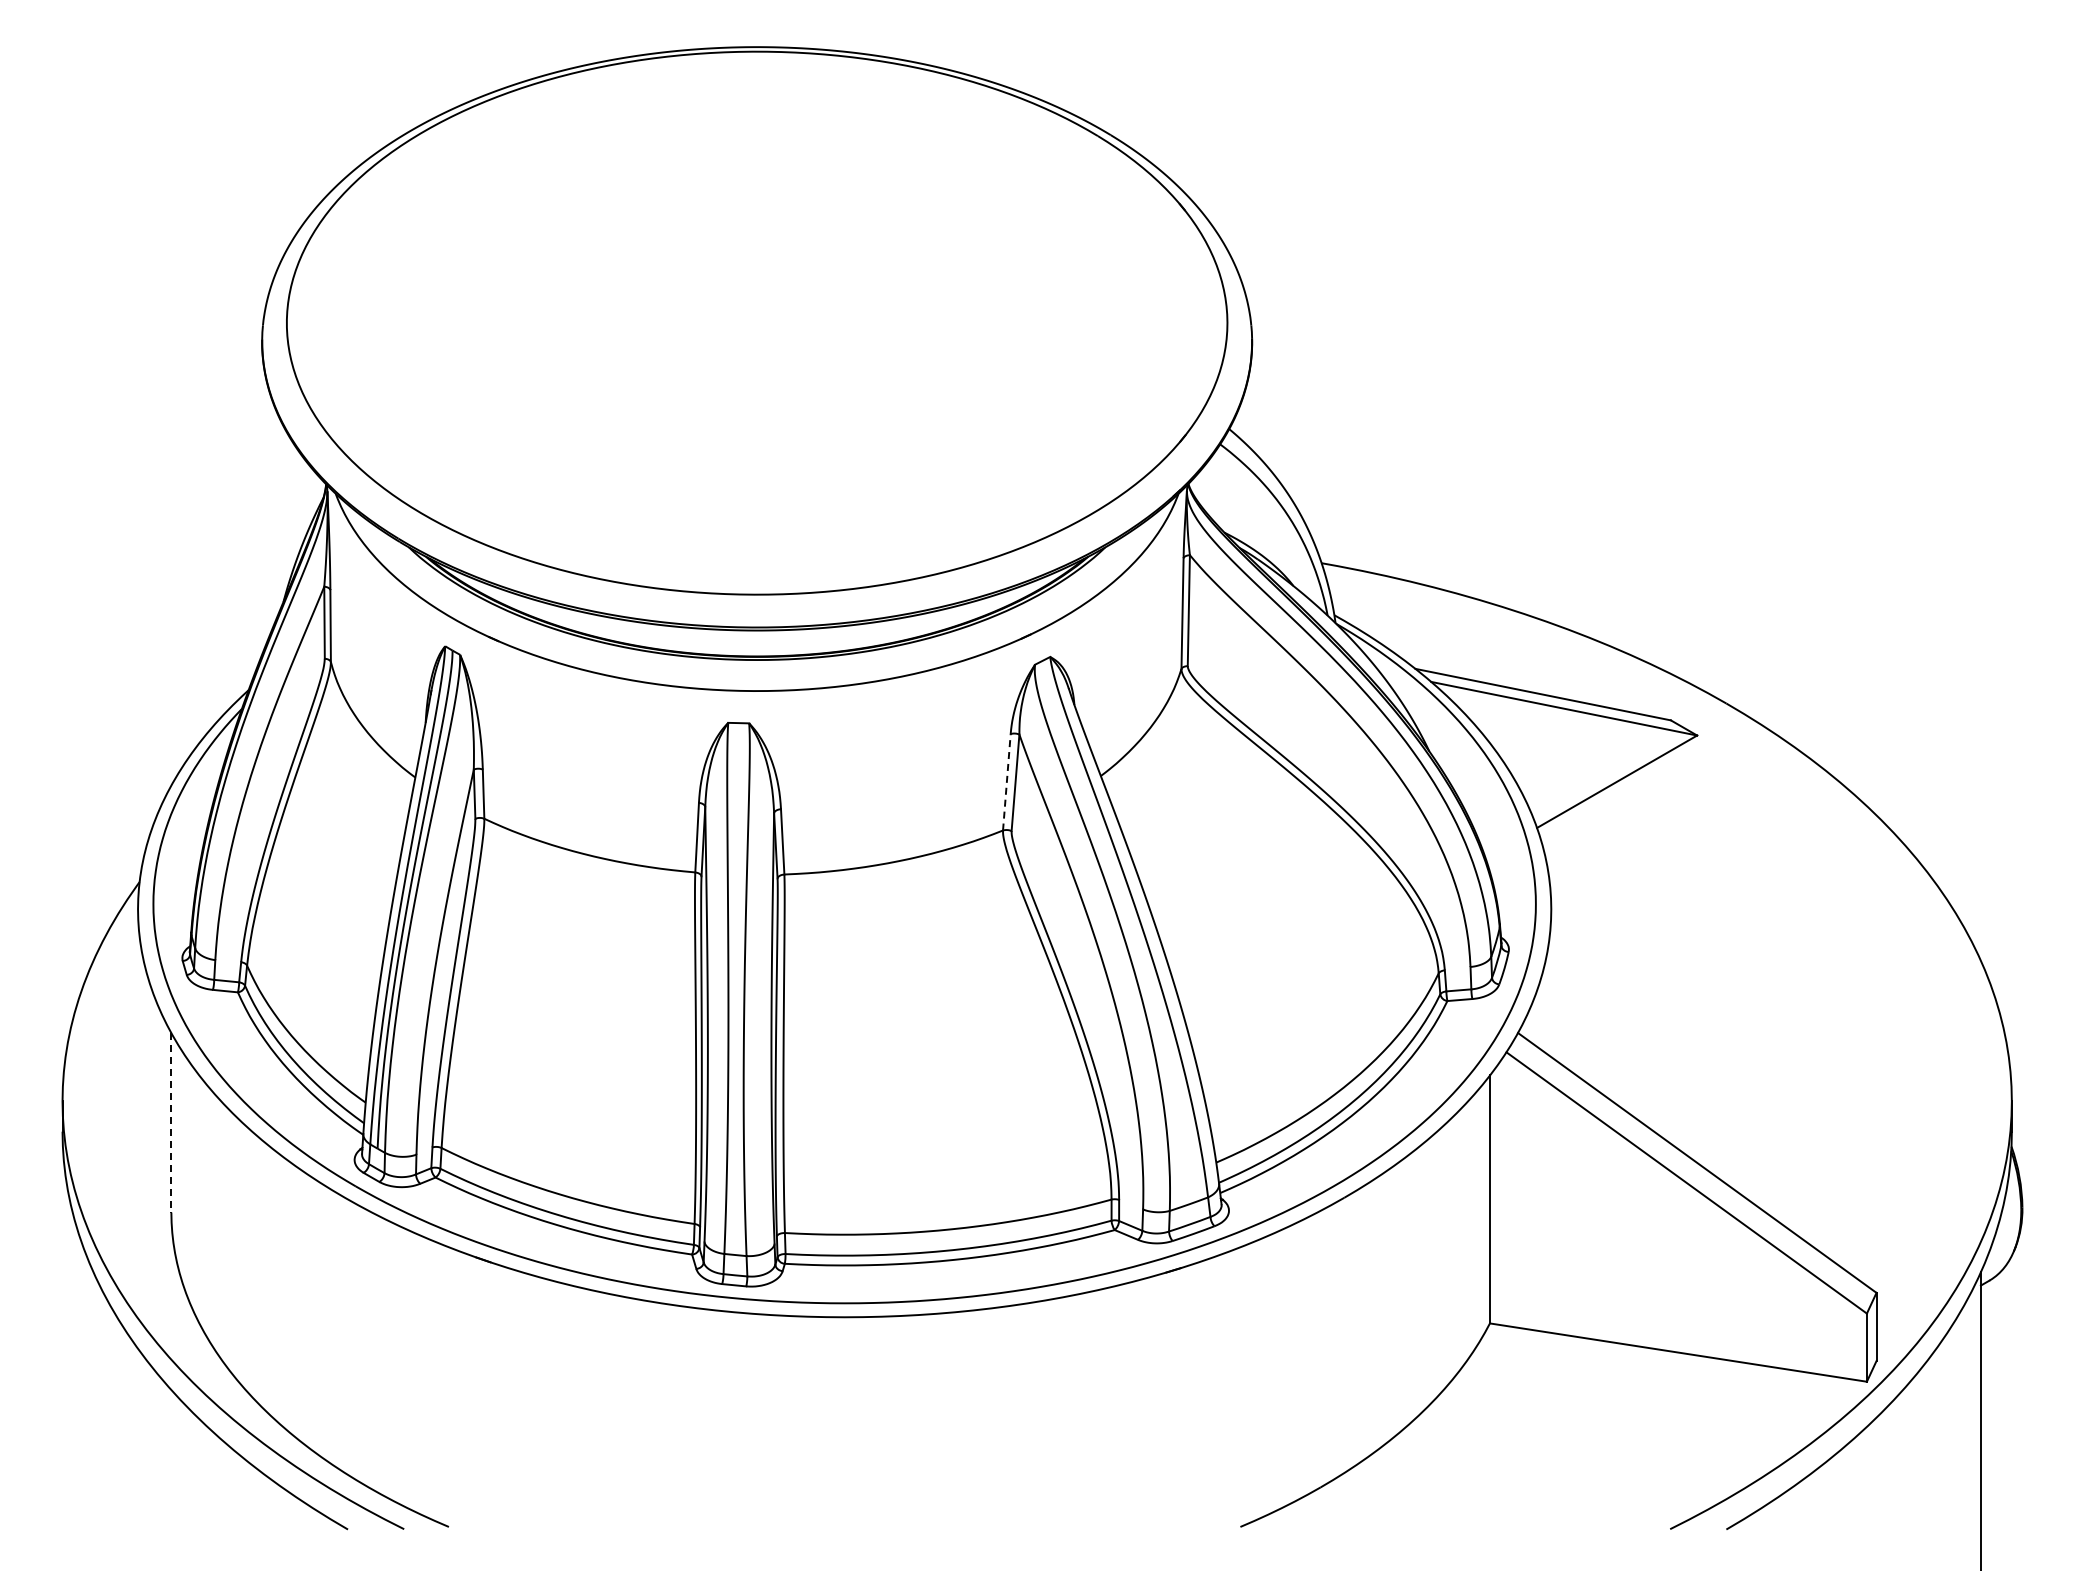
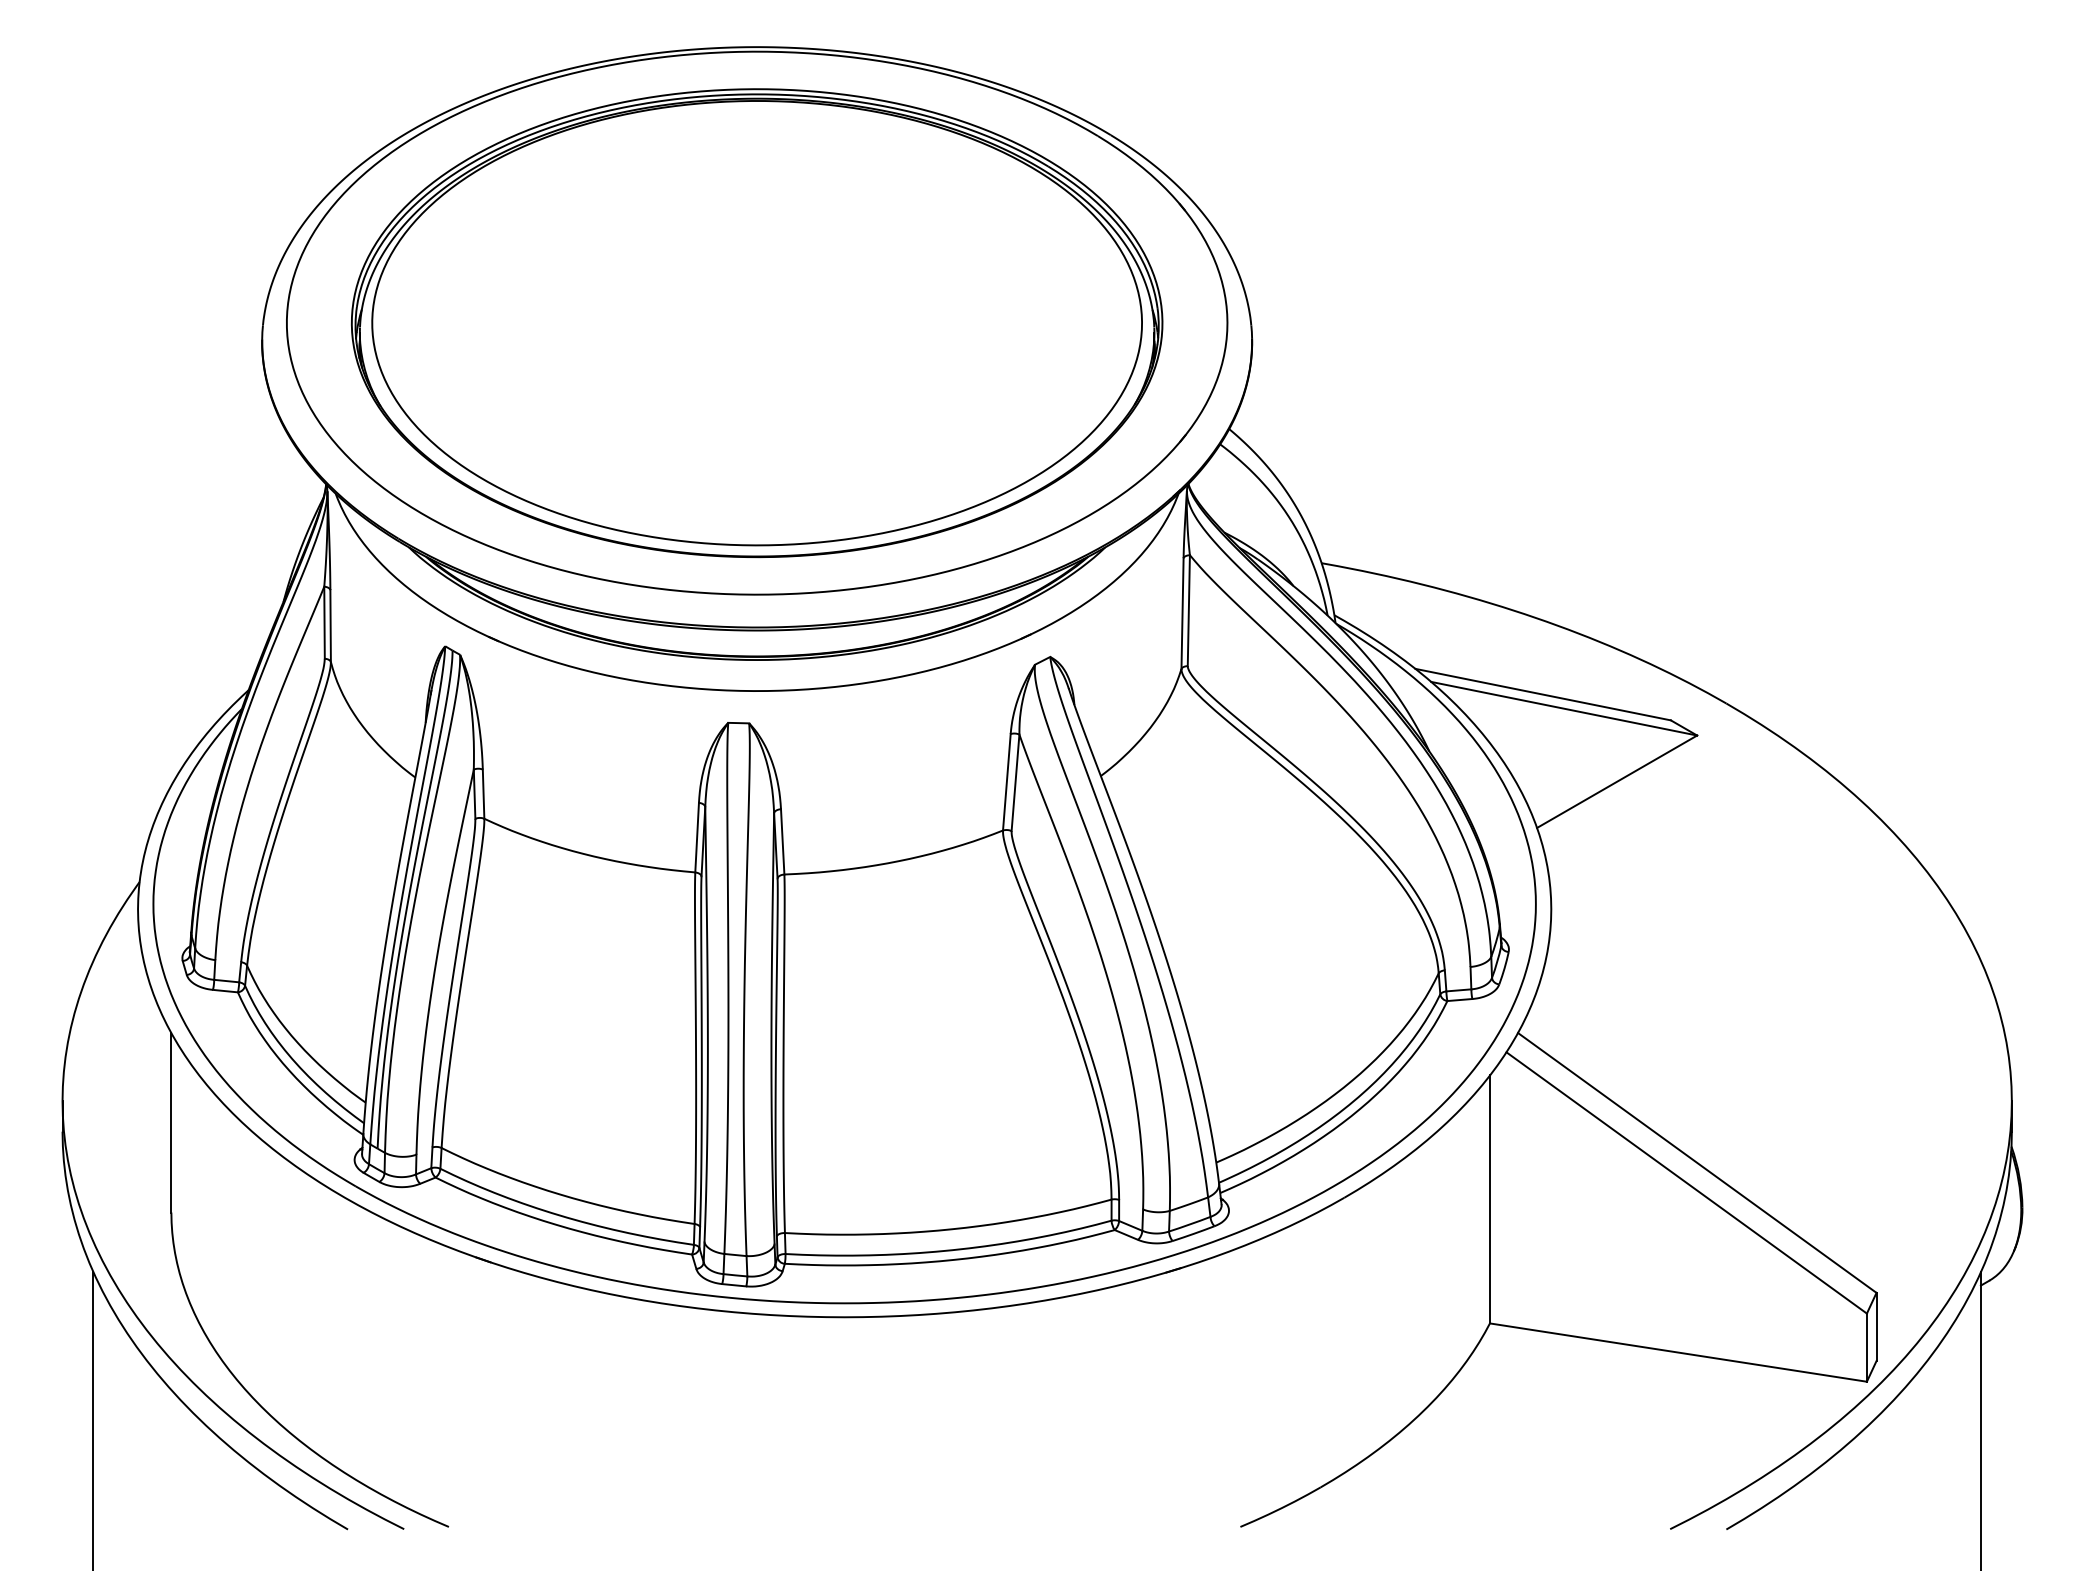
part at (757, 323): none -> present
line at (1006, 781): dashed -> solid
line at (171, 1122): dashed -> solid
line at (93, 1419): none -> present
